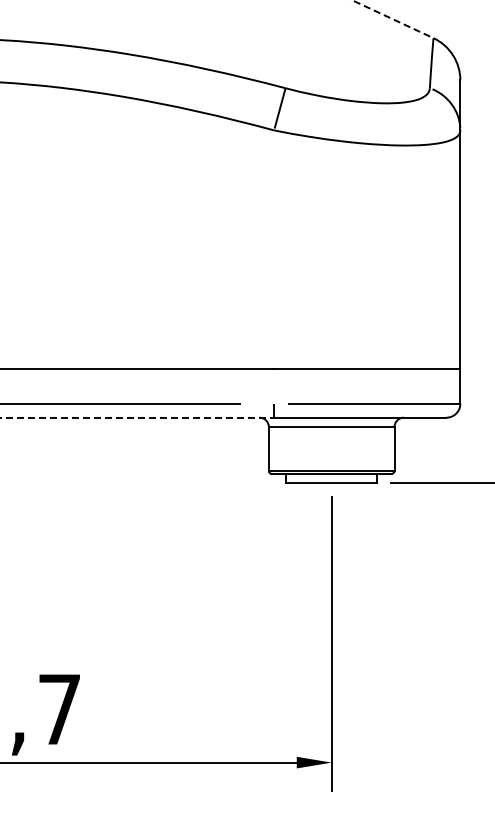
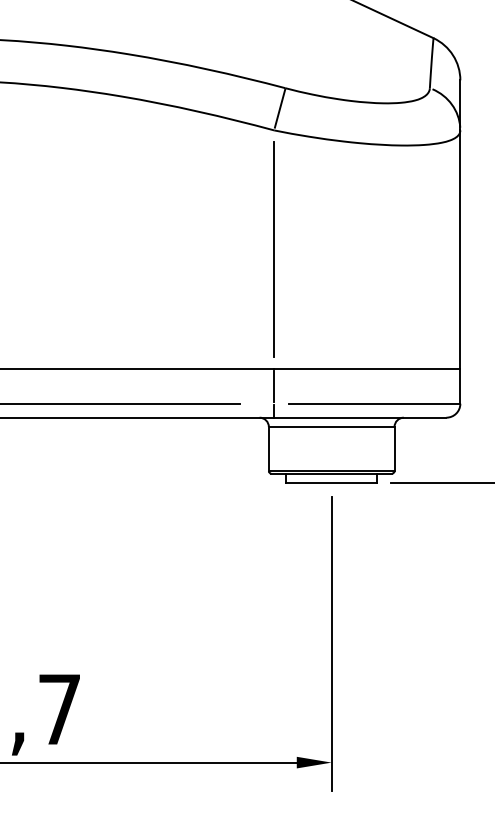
line at (392, 19): dashed -> solid
line at (273, 249): none -> present
line at (274, 386): none -> present
line at (137, 417): dashed -> solid
